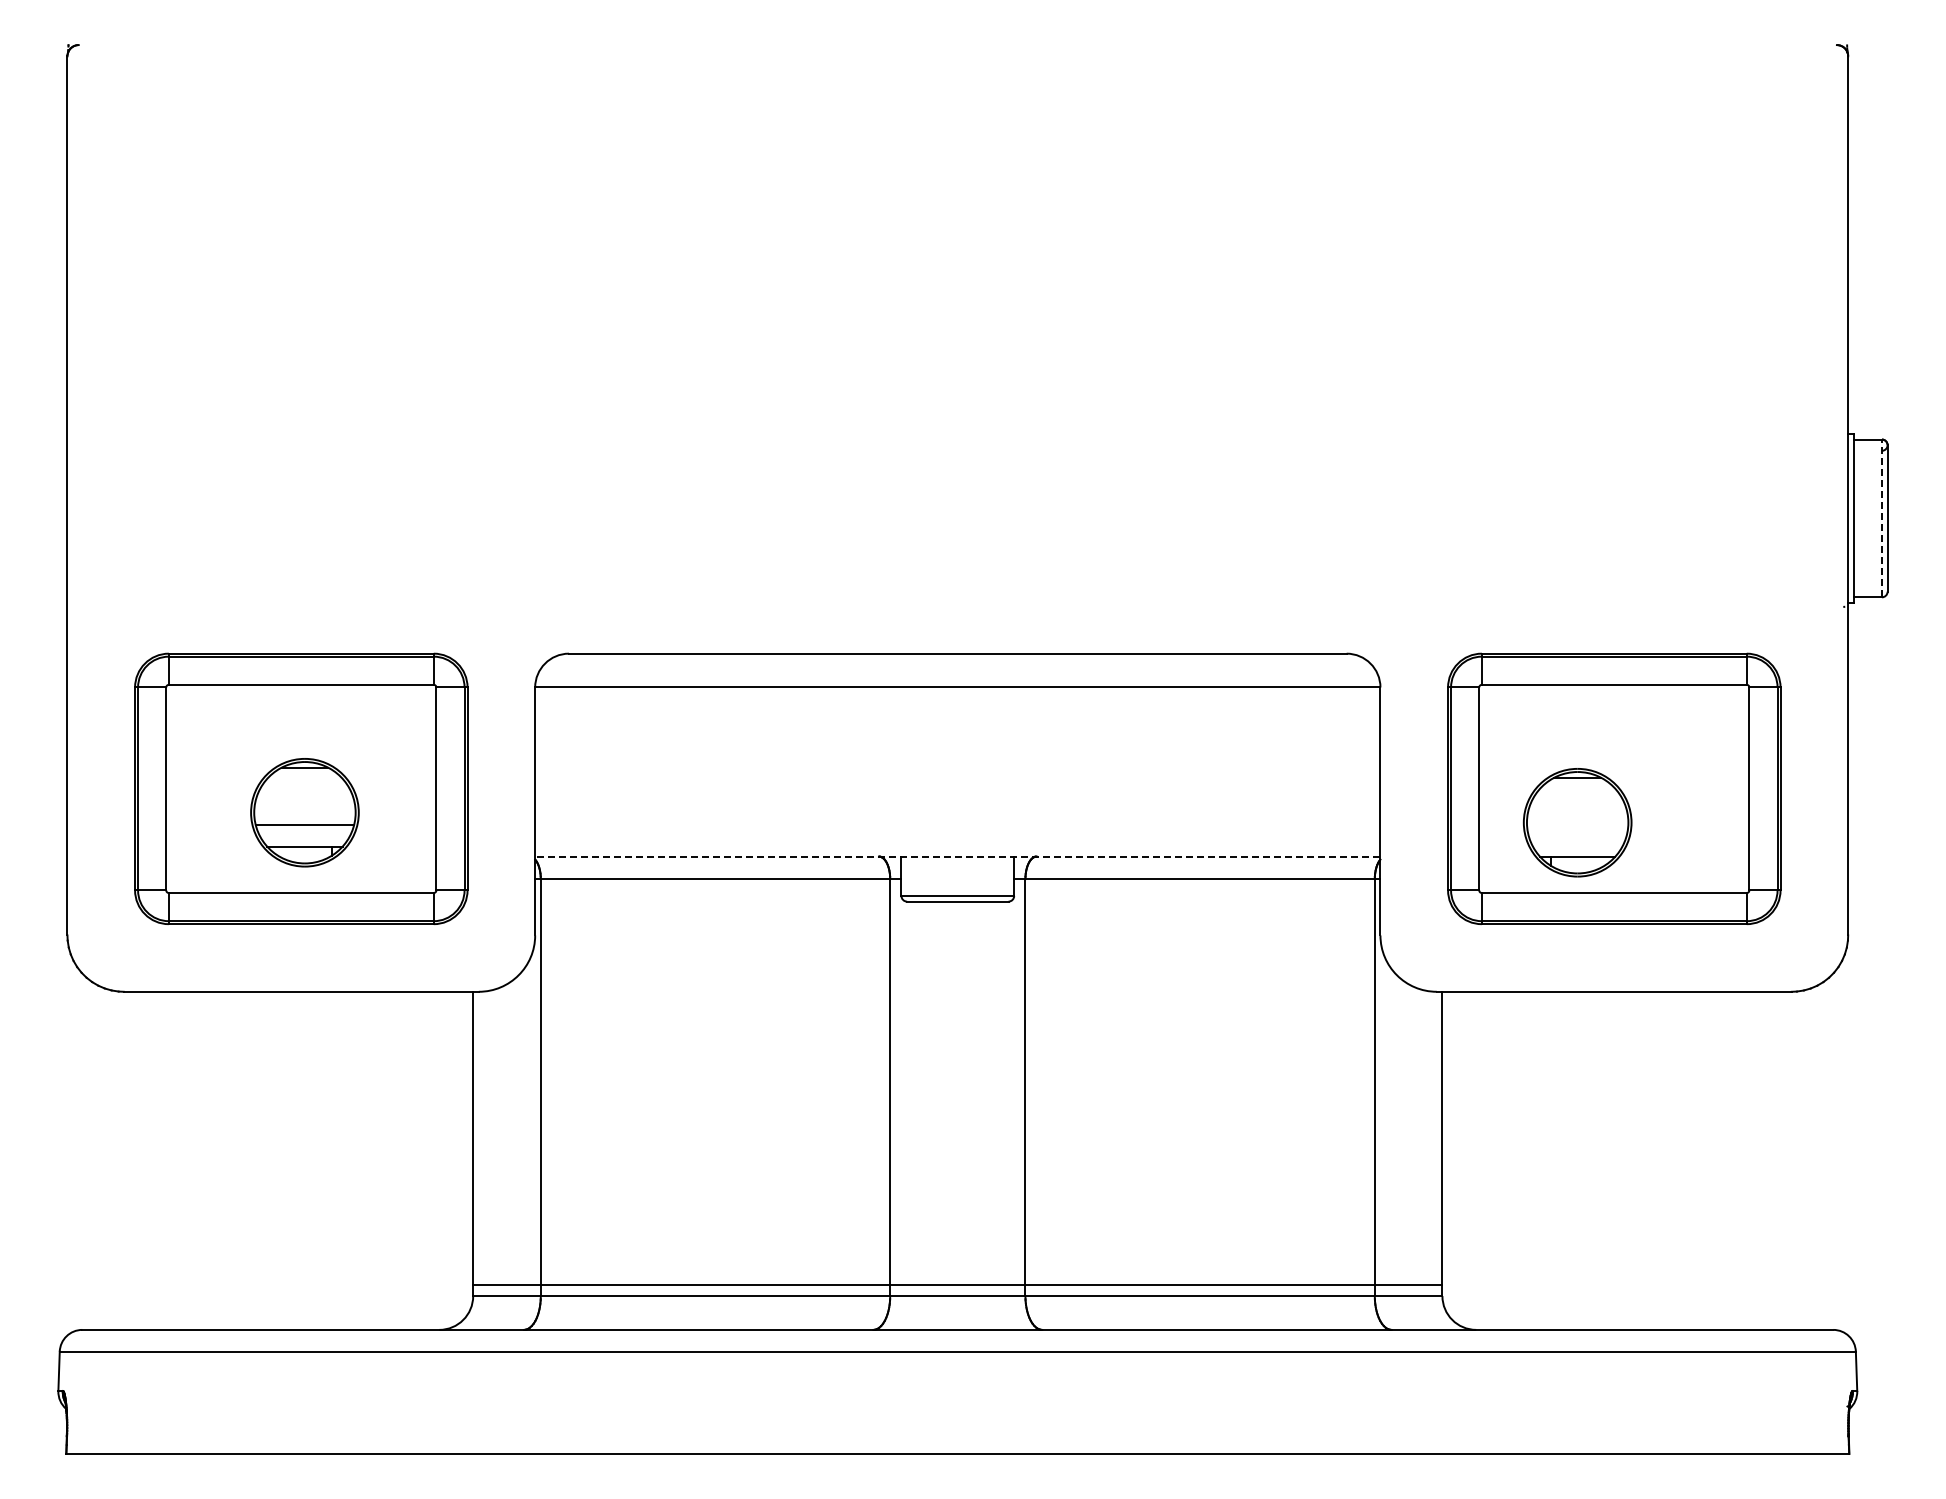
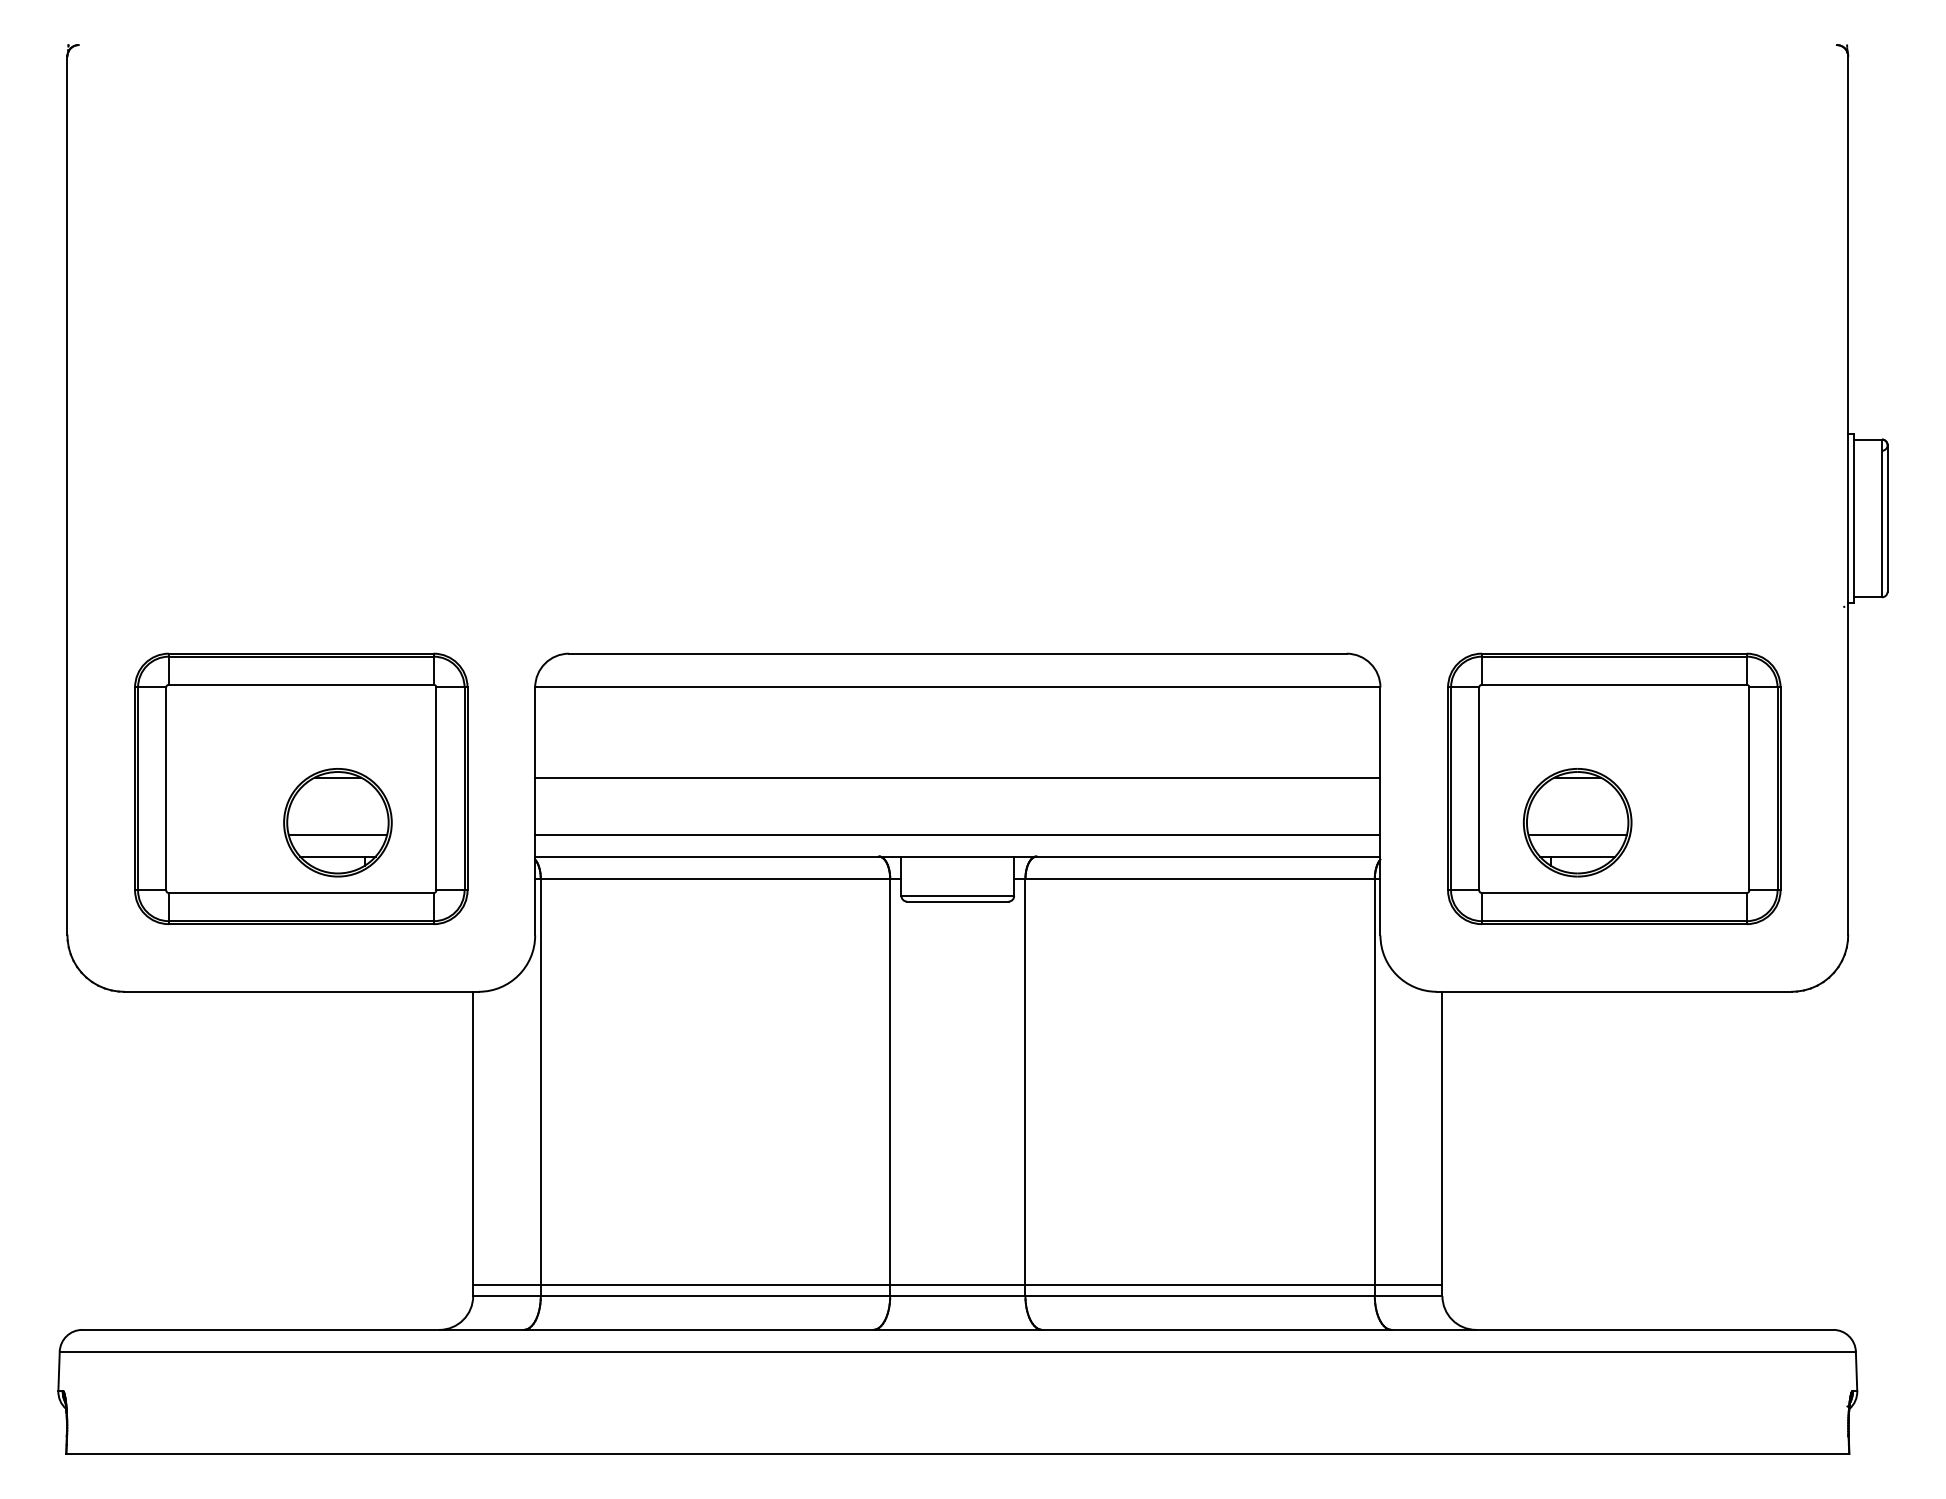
line at (1881, 518): dashed -> solid
line at (957, 777): none -> present
part at (304, 812) position: (304, 812) -> (337, 822)
line at (957, 834): none -> present
line at (1577, 834): none -> present
line at (957, 856): dashed -> solid
